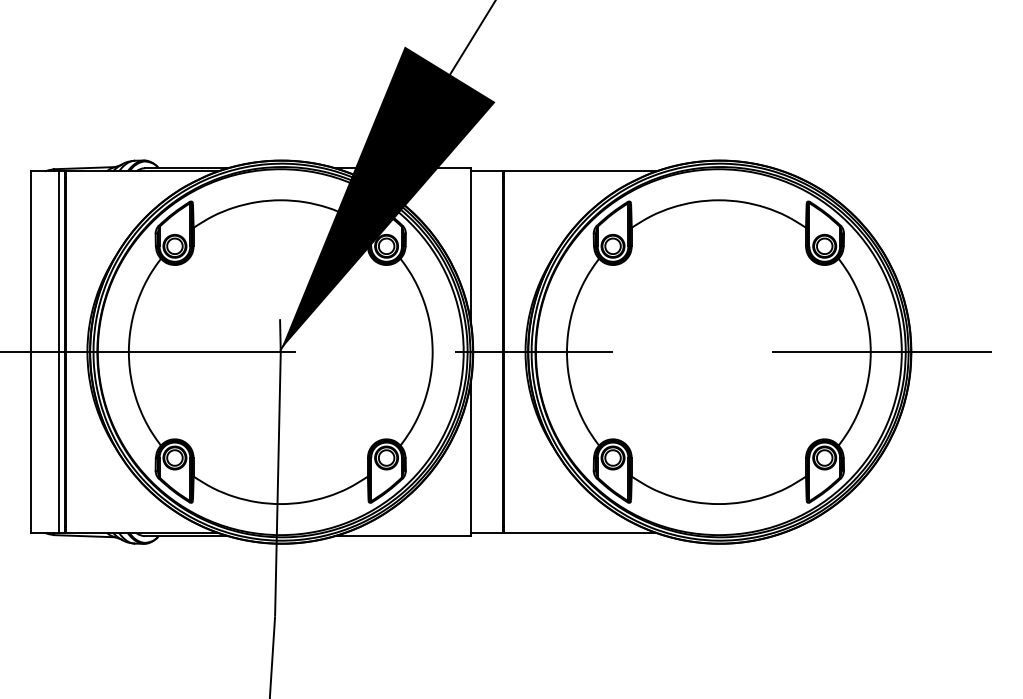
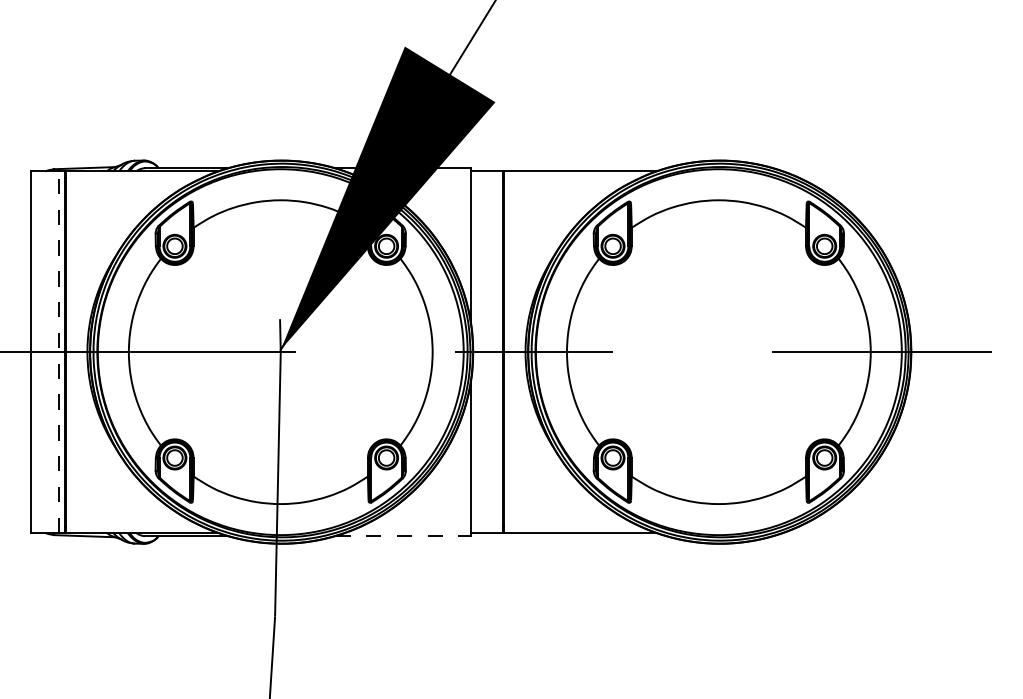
line at (58, 352): solid -> dashed
line at (403, 536): solid -> dashed
